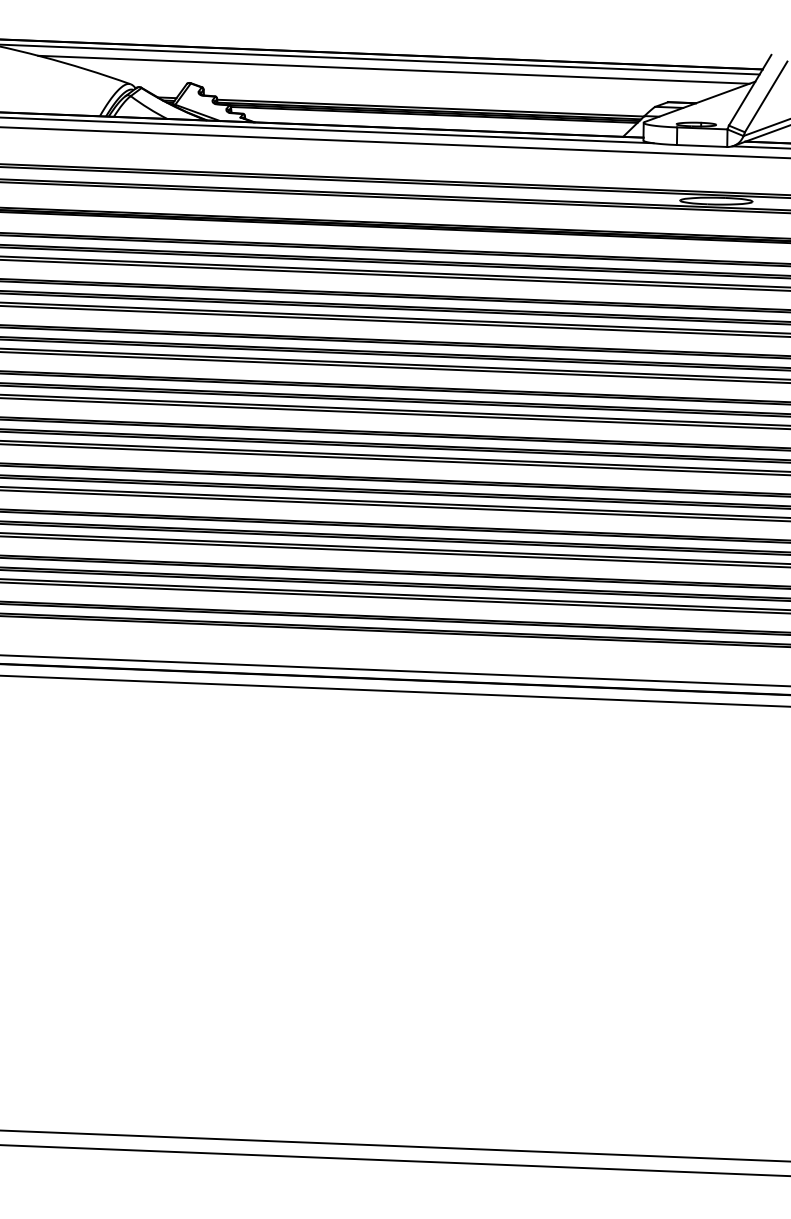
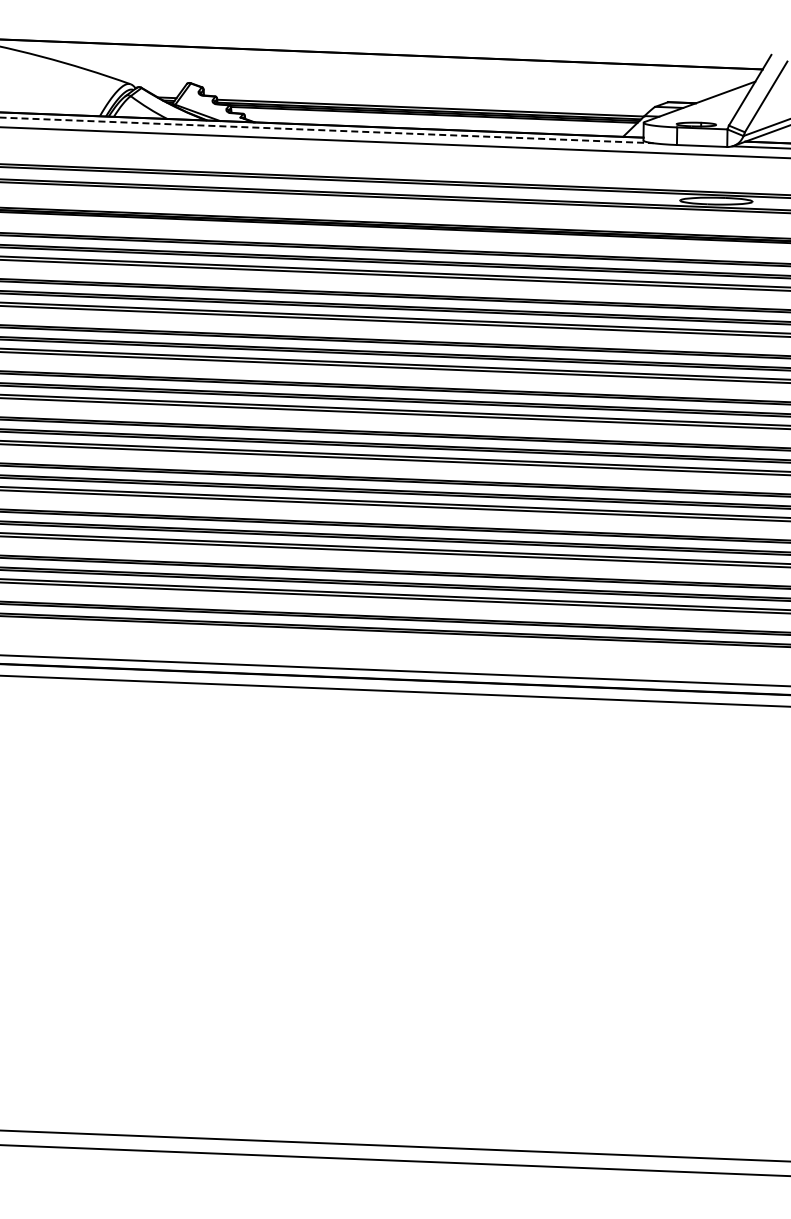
line at (380, 59): present -> none
line at (393, 69): present -> none
line at (326, 130): solid -> dashed
